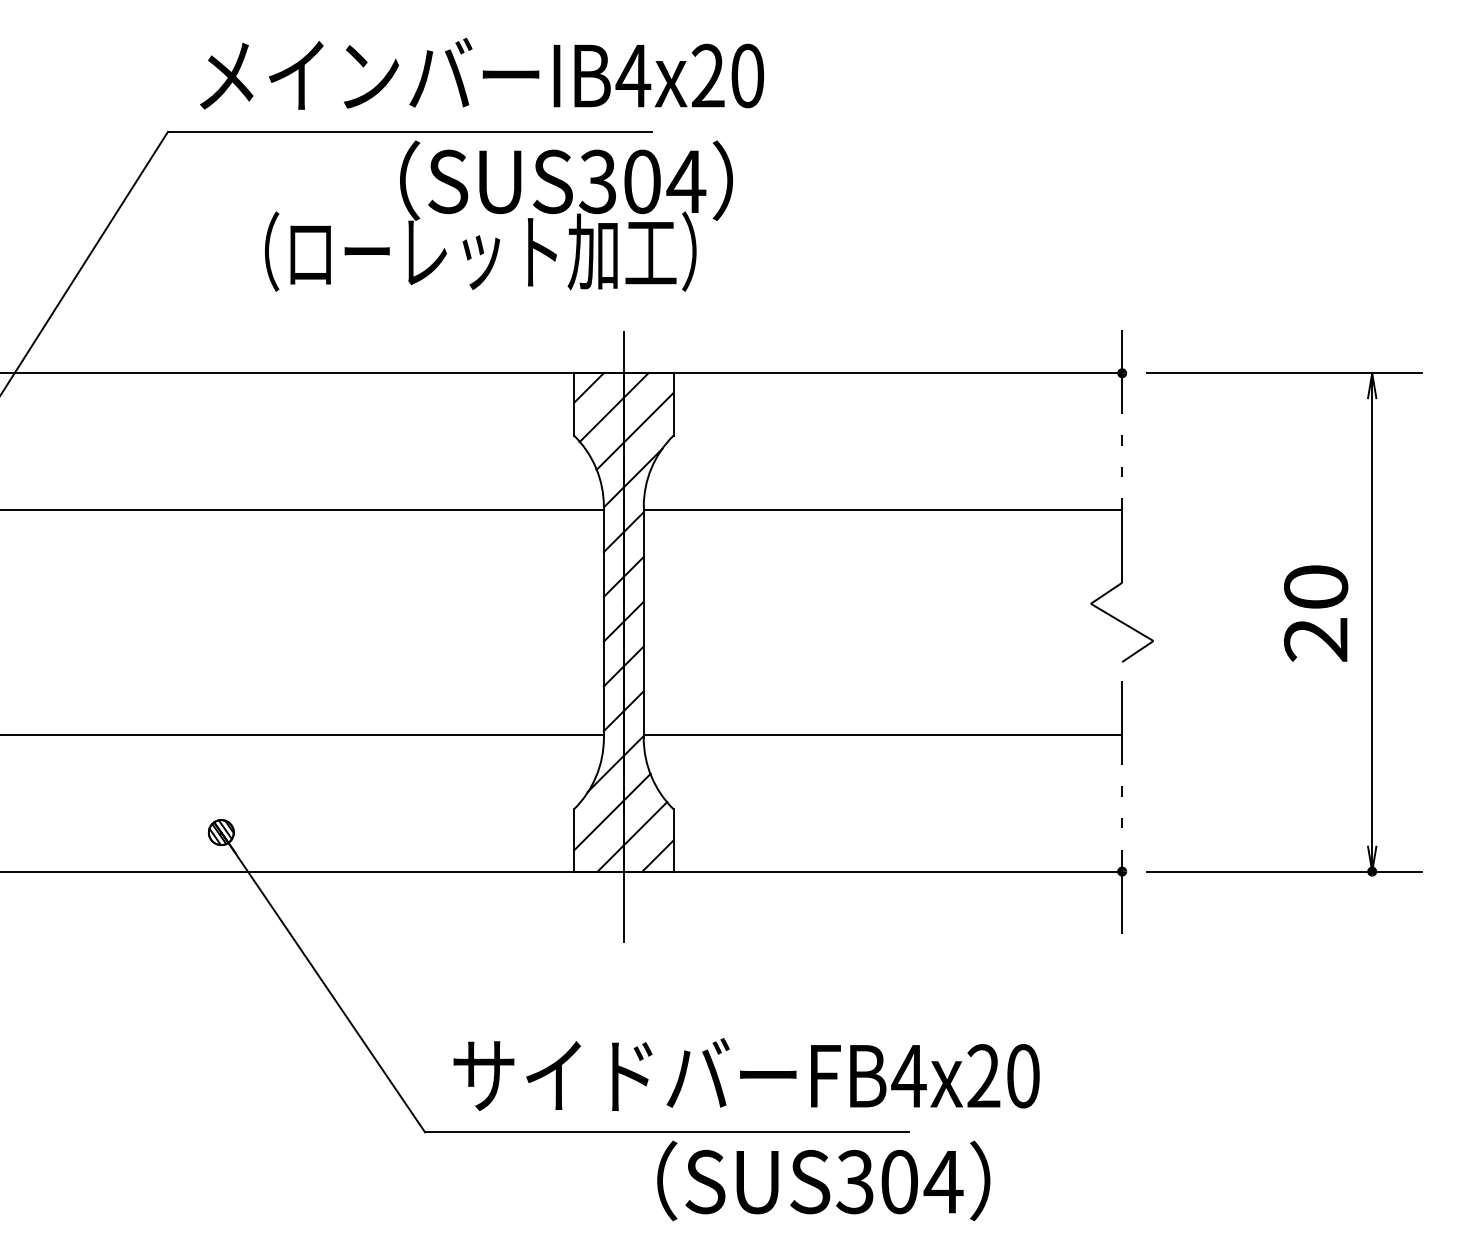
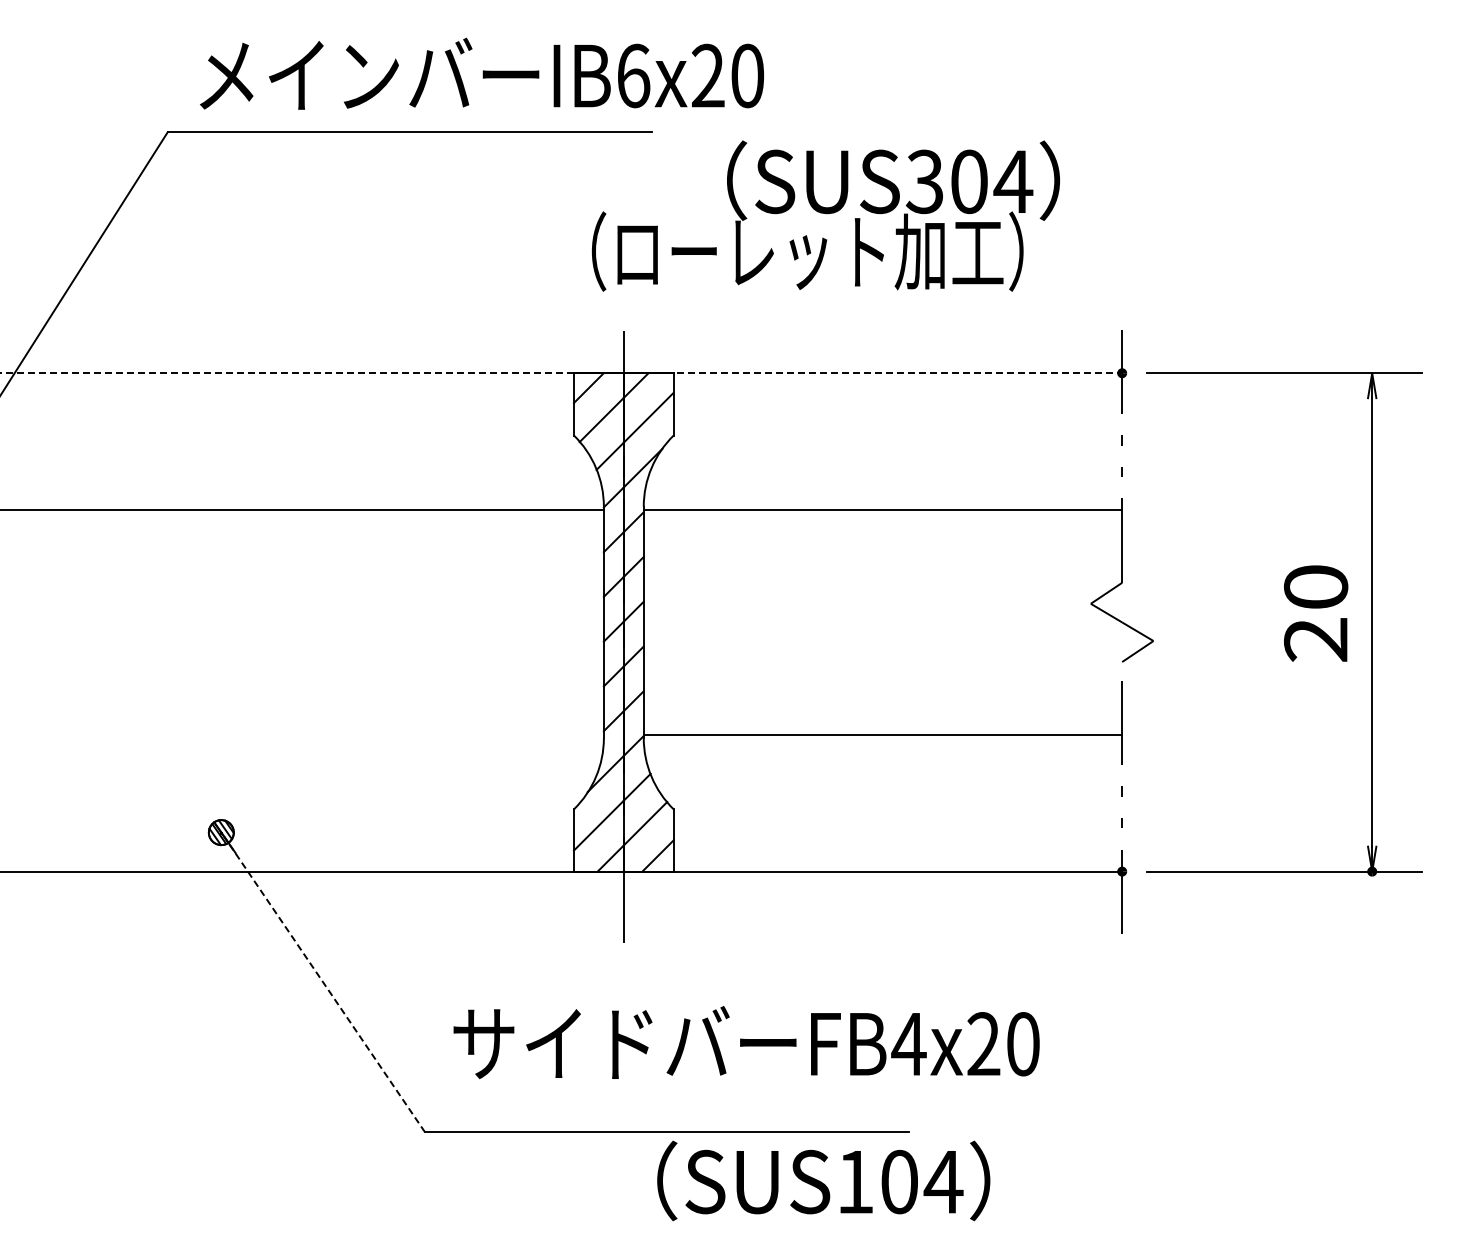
text at (633, 75): IB4x20 -> IB6x20
text at (498, 215) position: (498, 215) -> (825, 215)
line at (561, 373): solid -> dashed
line at (302, 734): present -> none
line at (324, 984): solid -> dashed
text at (746, 1074) position: (746, 1074) -> (746, 1042)
text at (854, 1181): SUS304 -> SUS104
